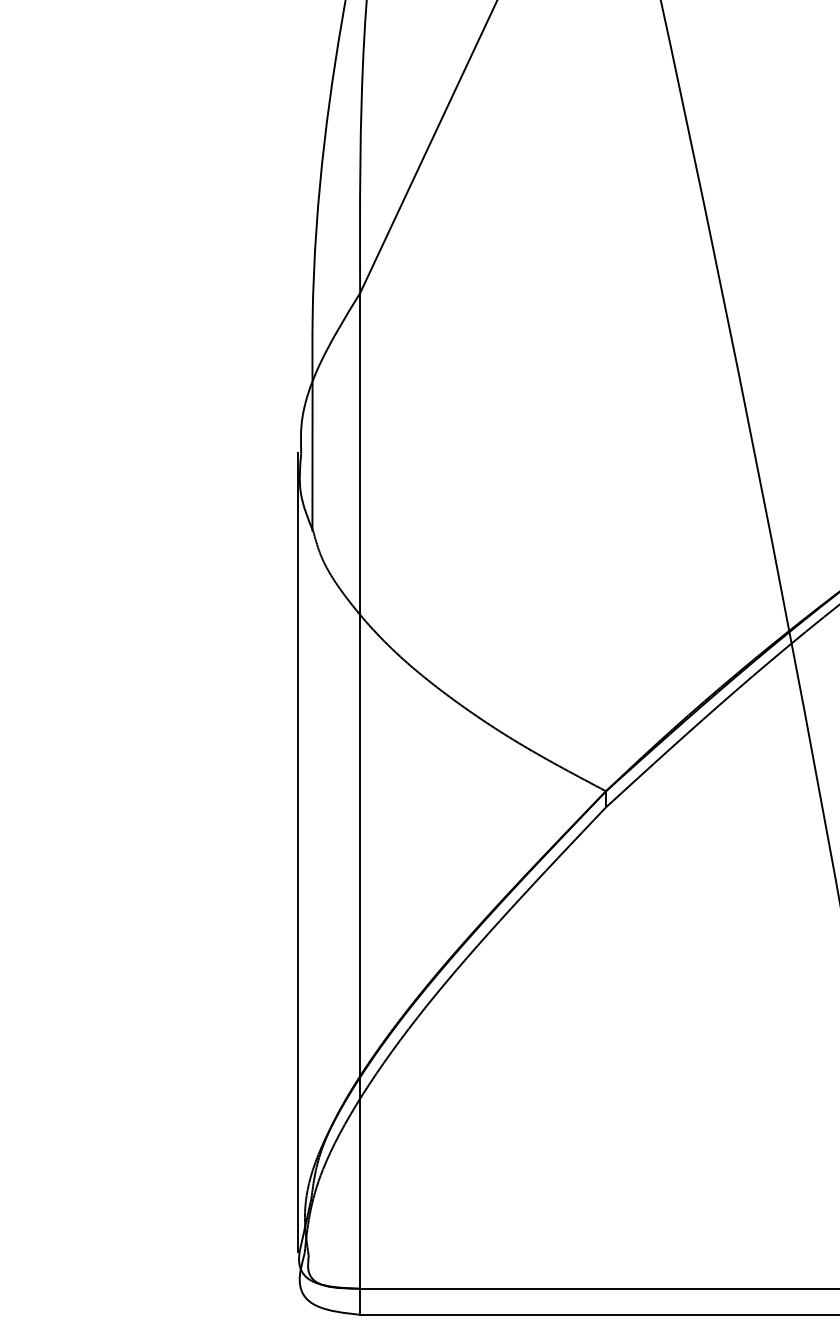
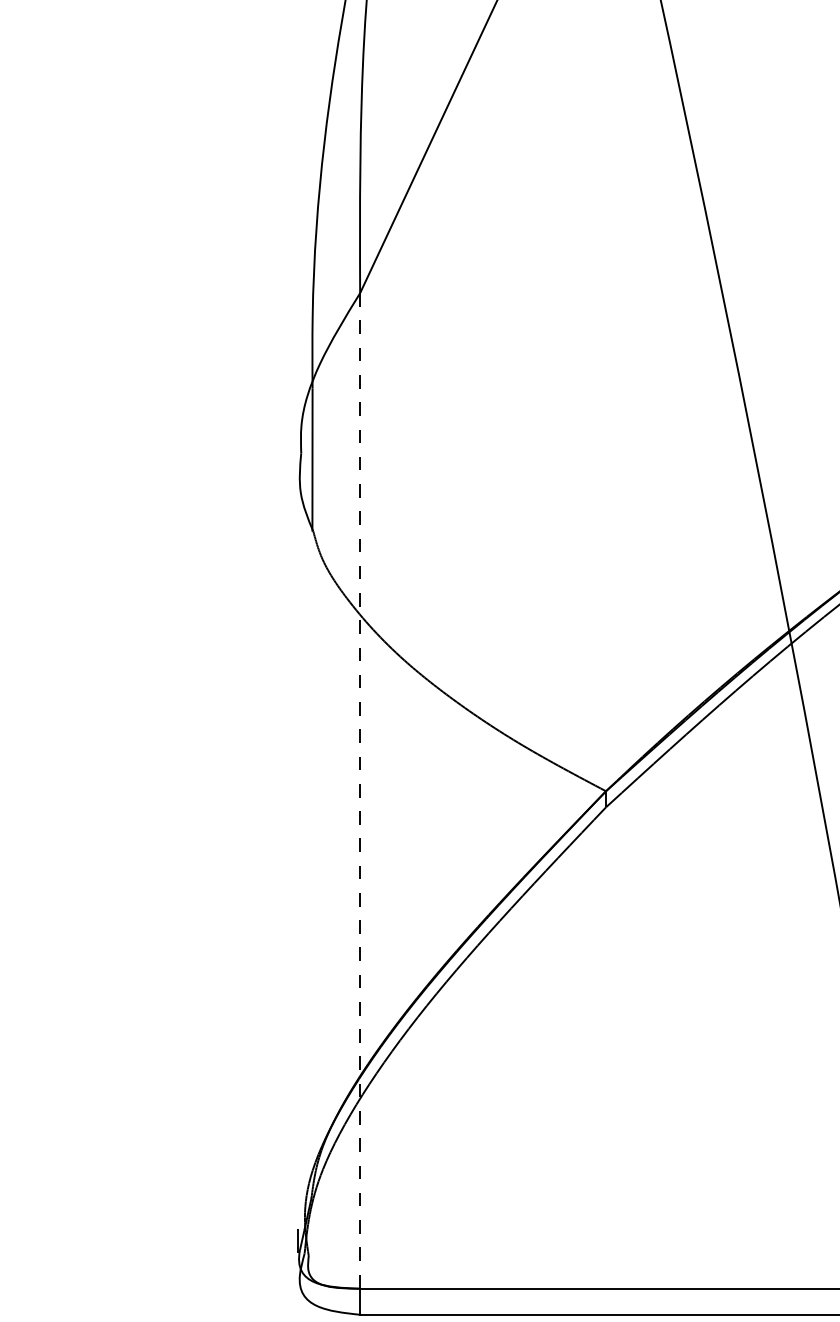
line at (360, 790): solid -> dashed
line at (298, 841): present -> none
